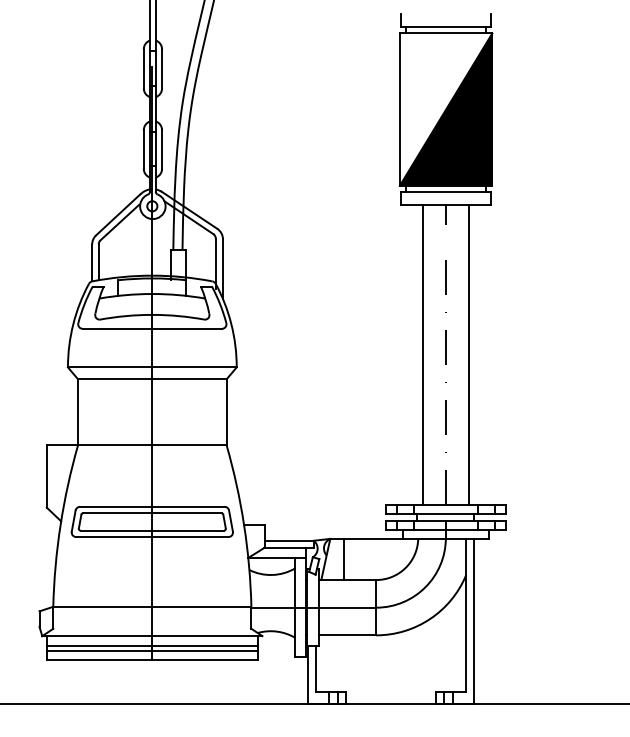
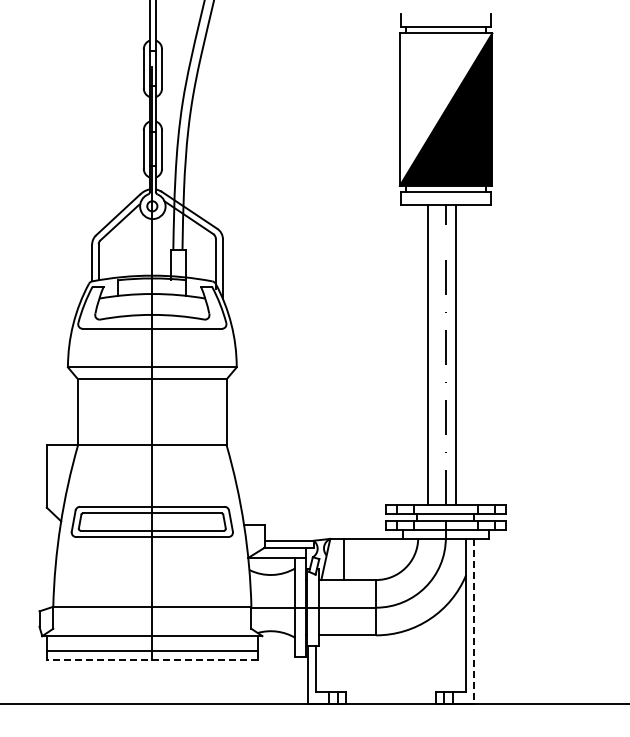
line at (422, 354) position: (422, 354) -> (427, 354)
line at (468, 354) position: (468, 354) -> (455, 354)
line at (473, 621): solid -> dashed
line at (151, 646): present -> none
line at (151, 659): solid -> dashed
